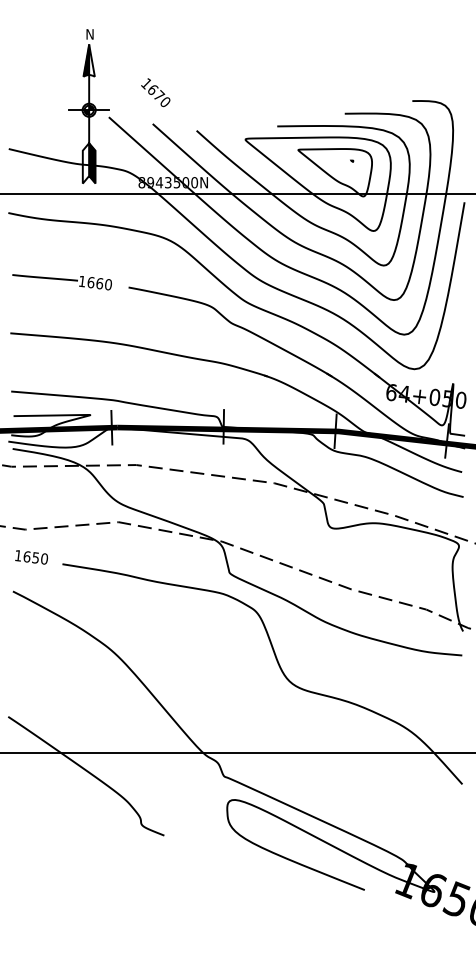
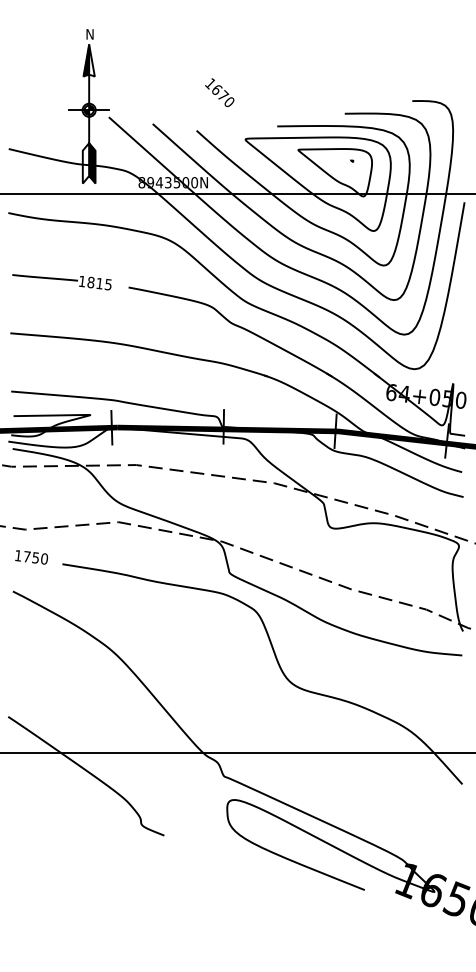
text at (155, 92) position: (155, 92) -> (219, 92)
text at (99, 283): 1660 -> 1815
text at (26, 556): 1650 -> 1750
